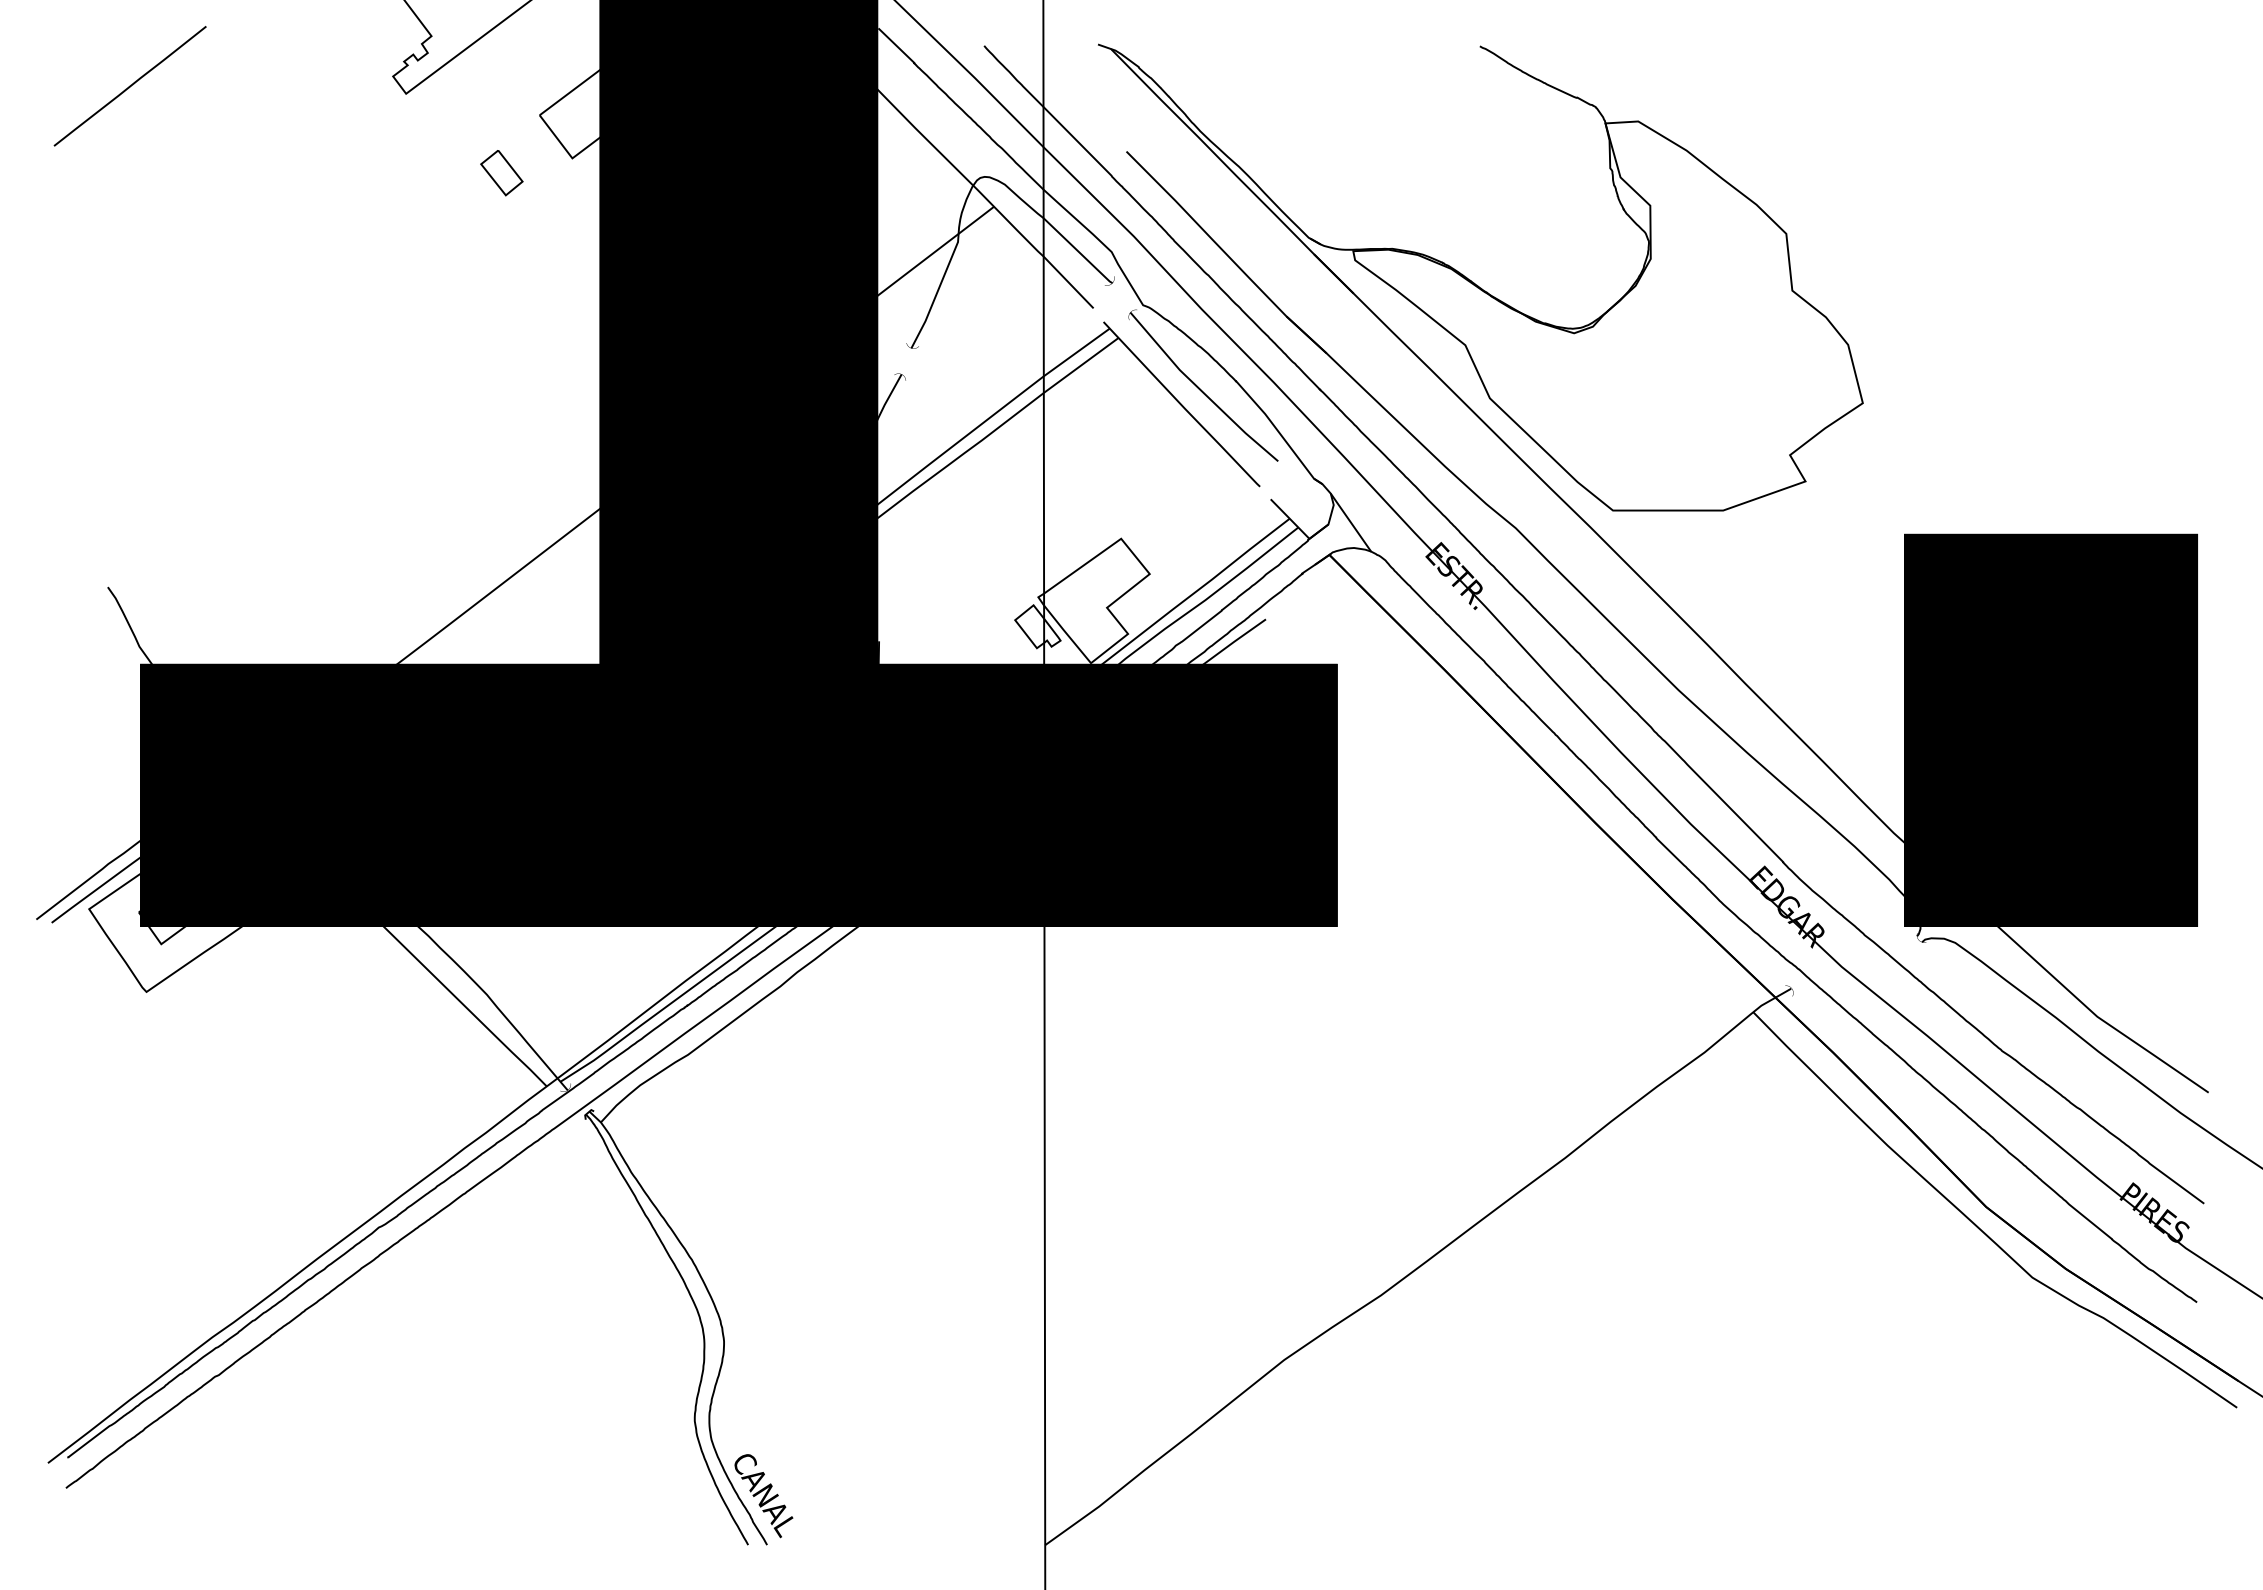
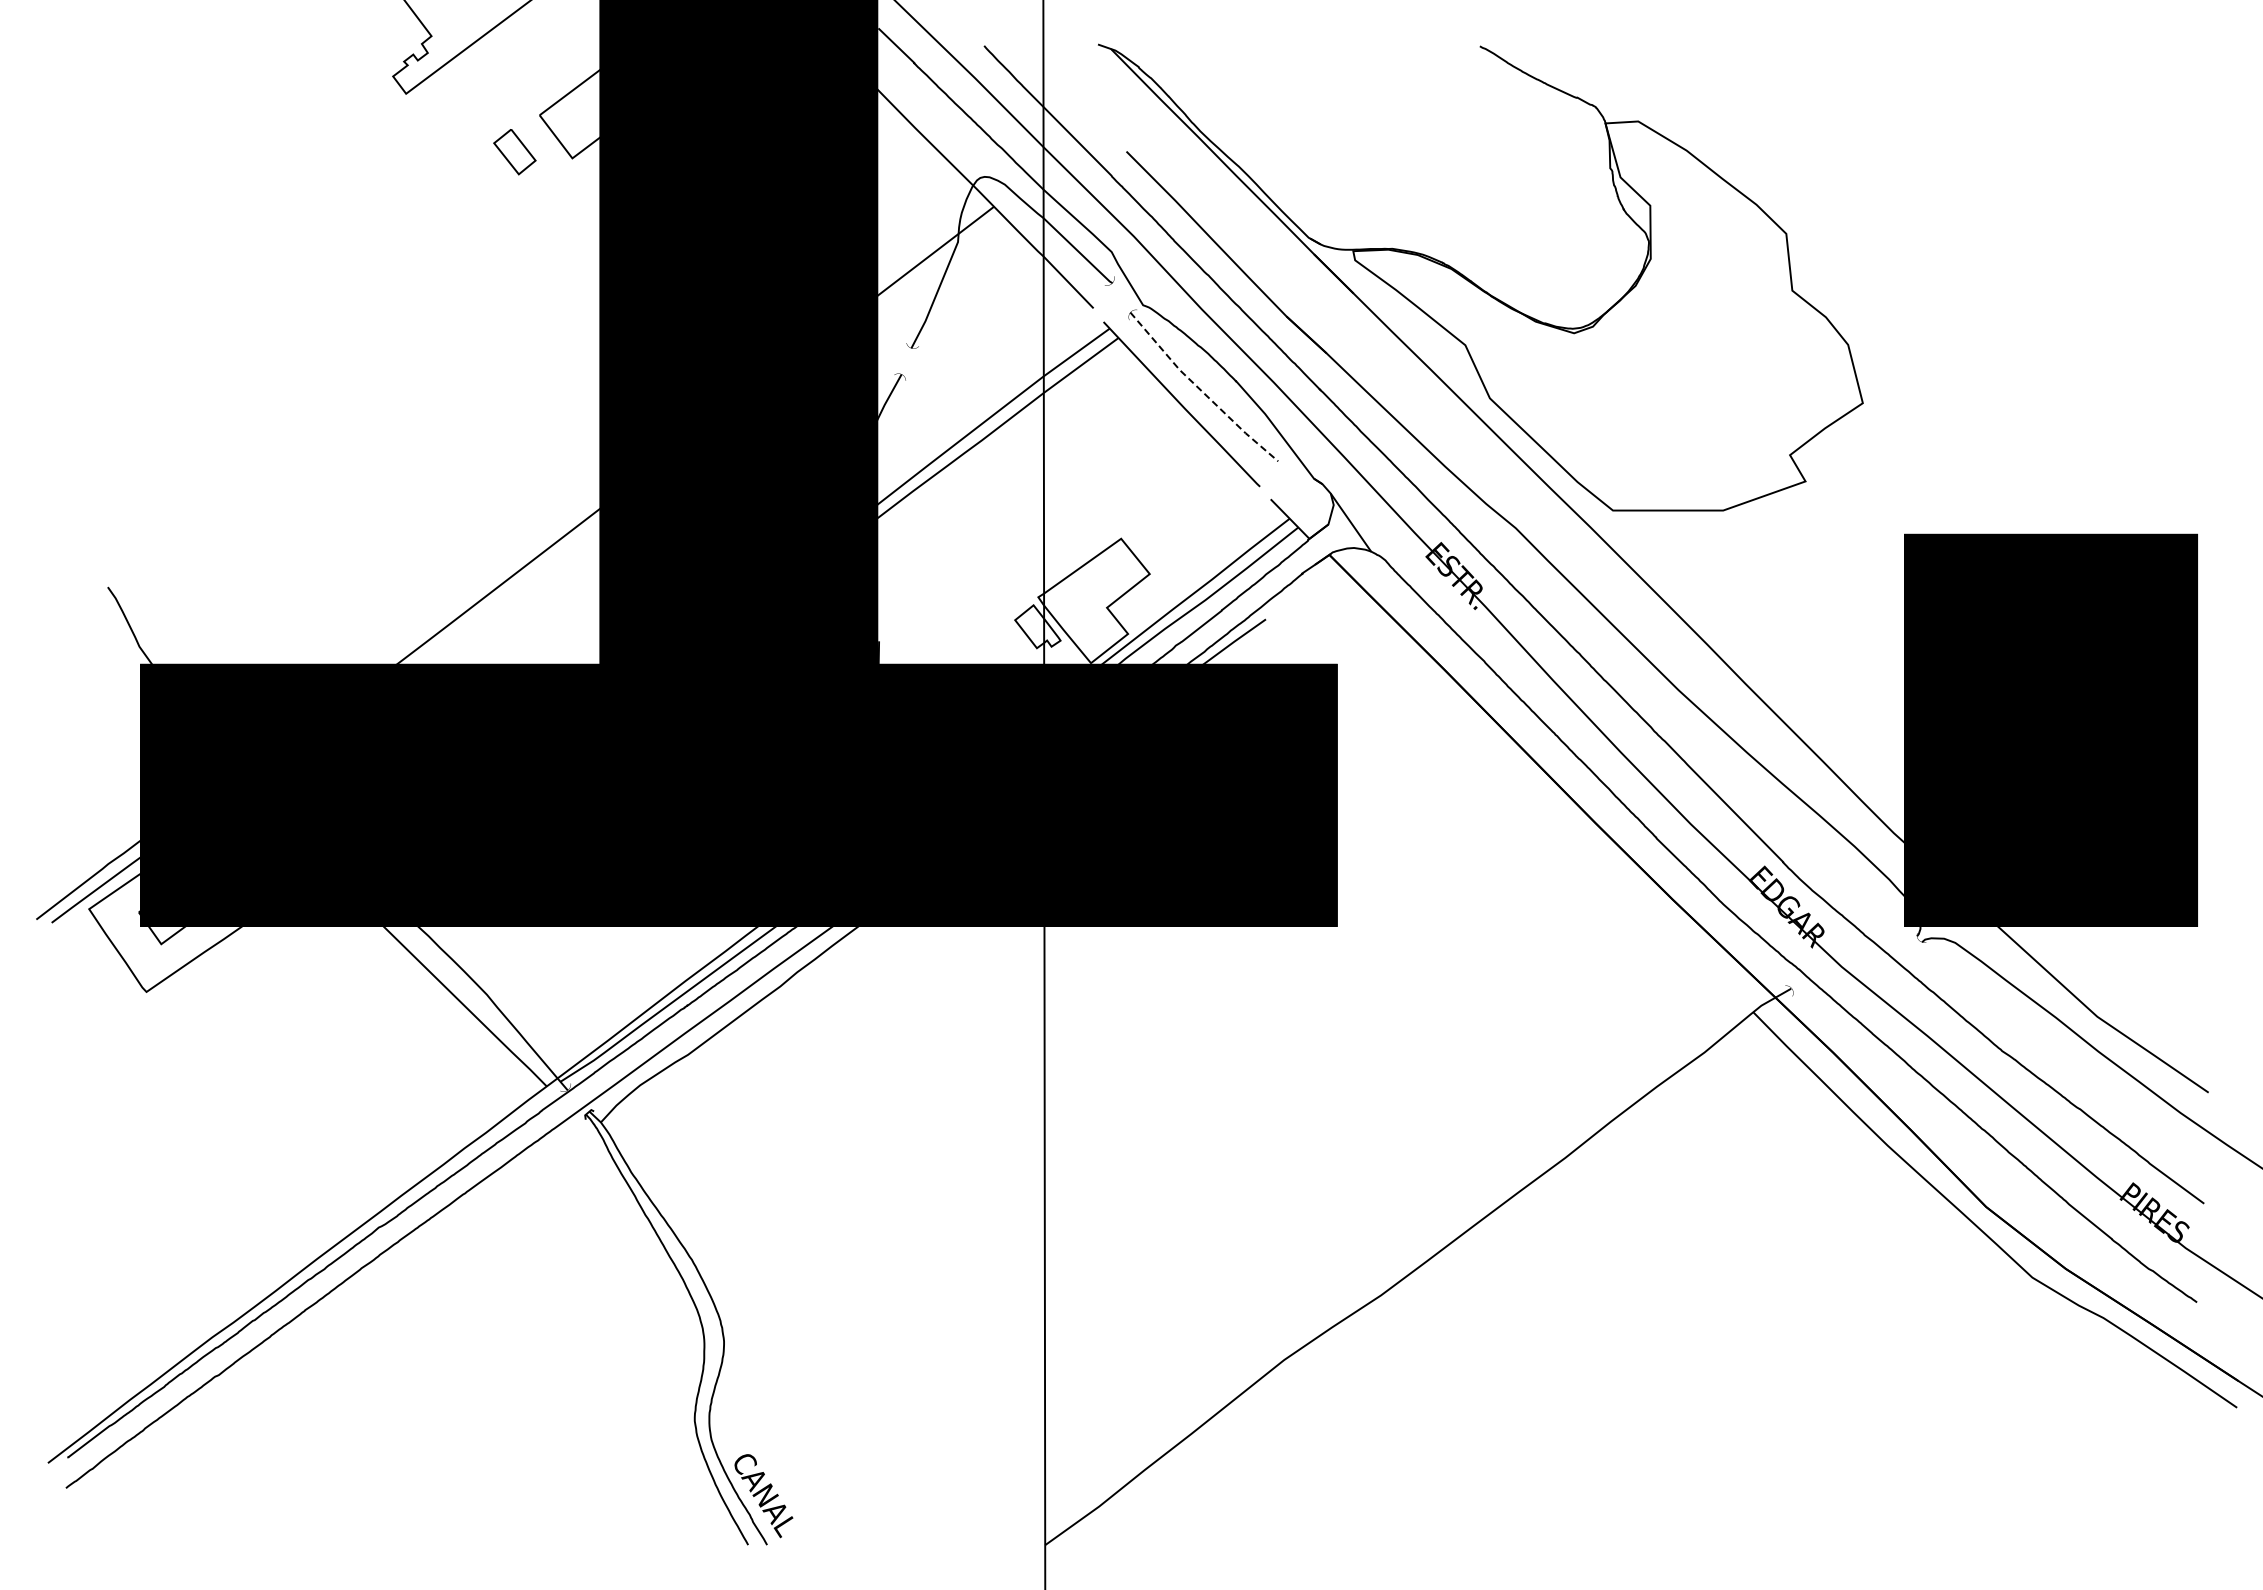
line at (129, 86): present -> none
part at (501, 173) position: (501, 173) -> (514, 152)
line at (1201, 390): solid -> dashed
